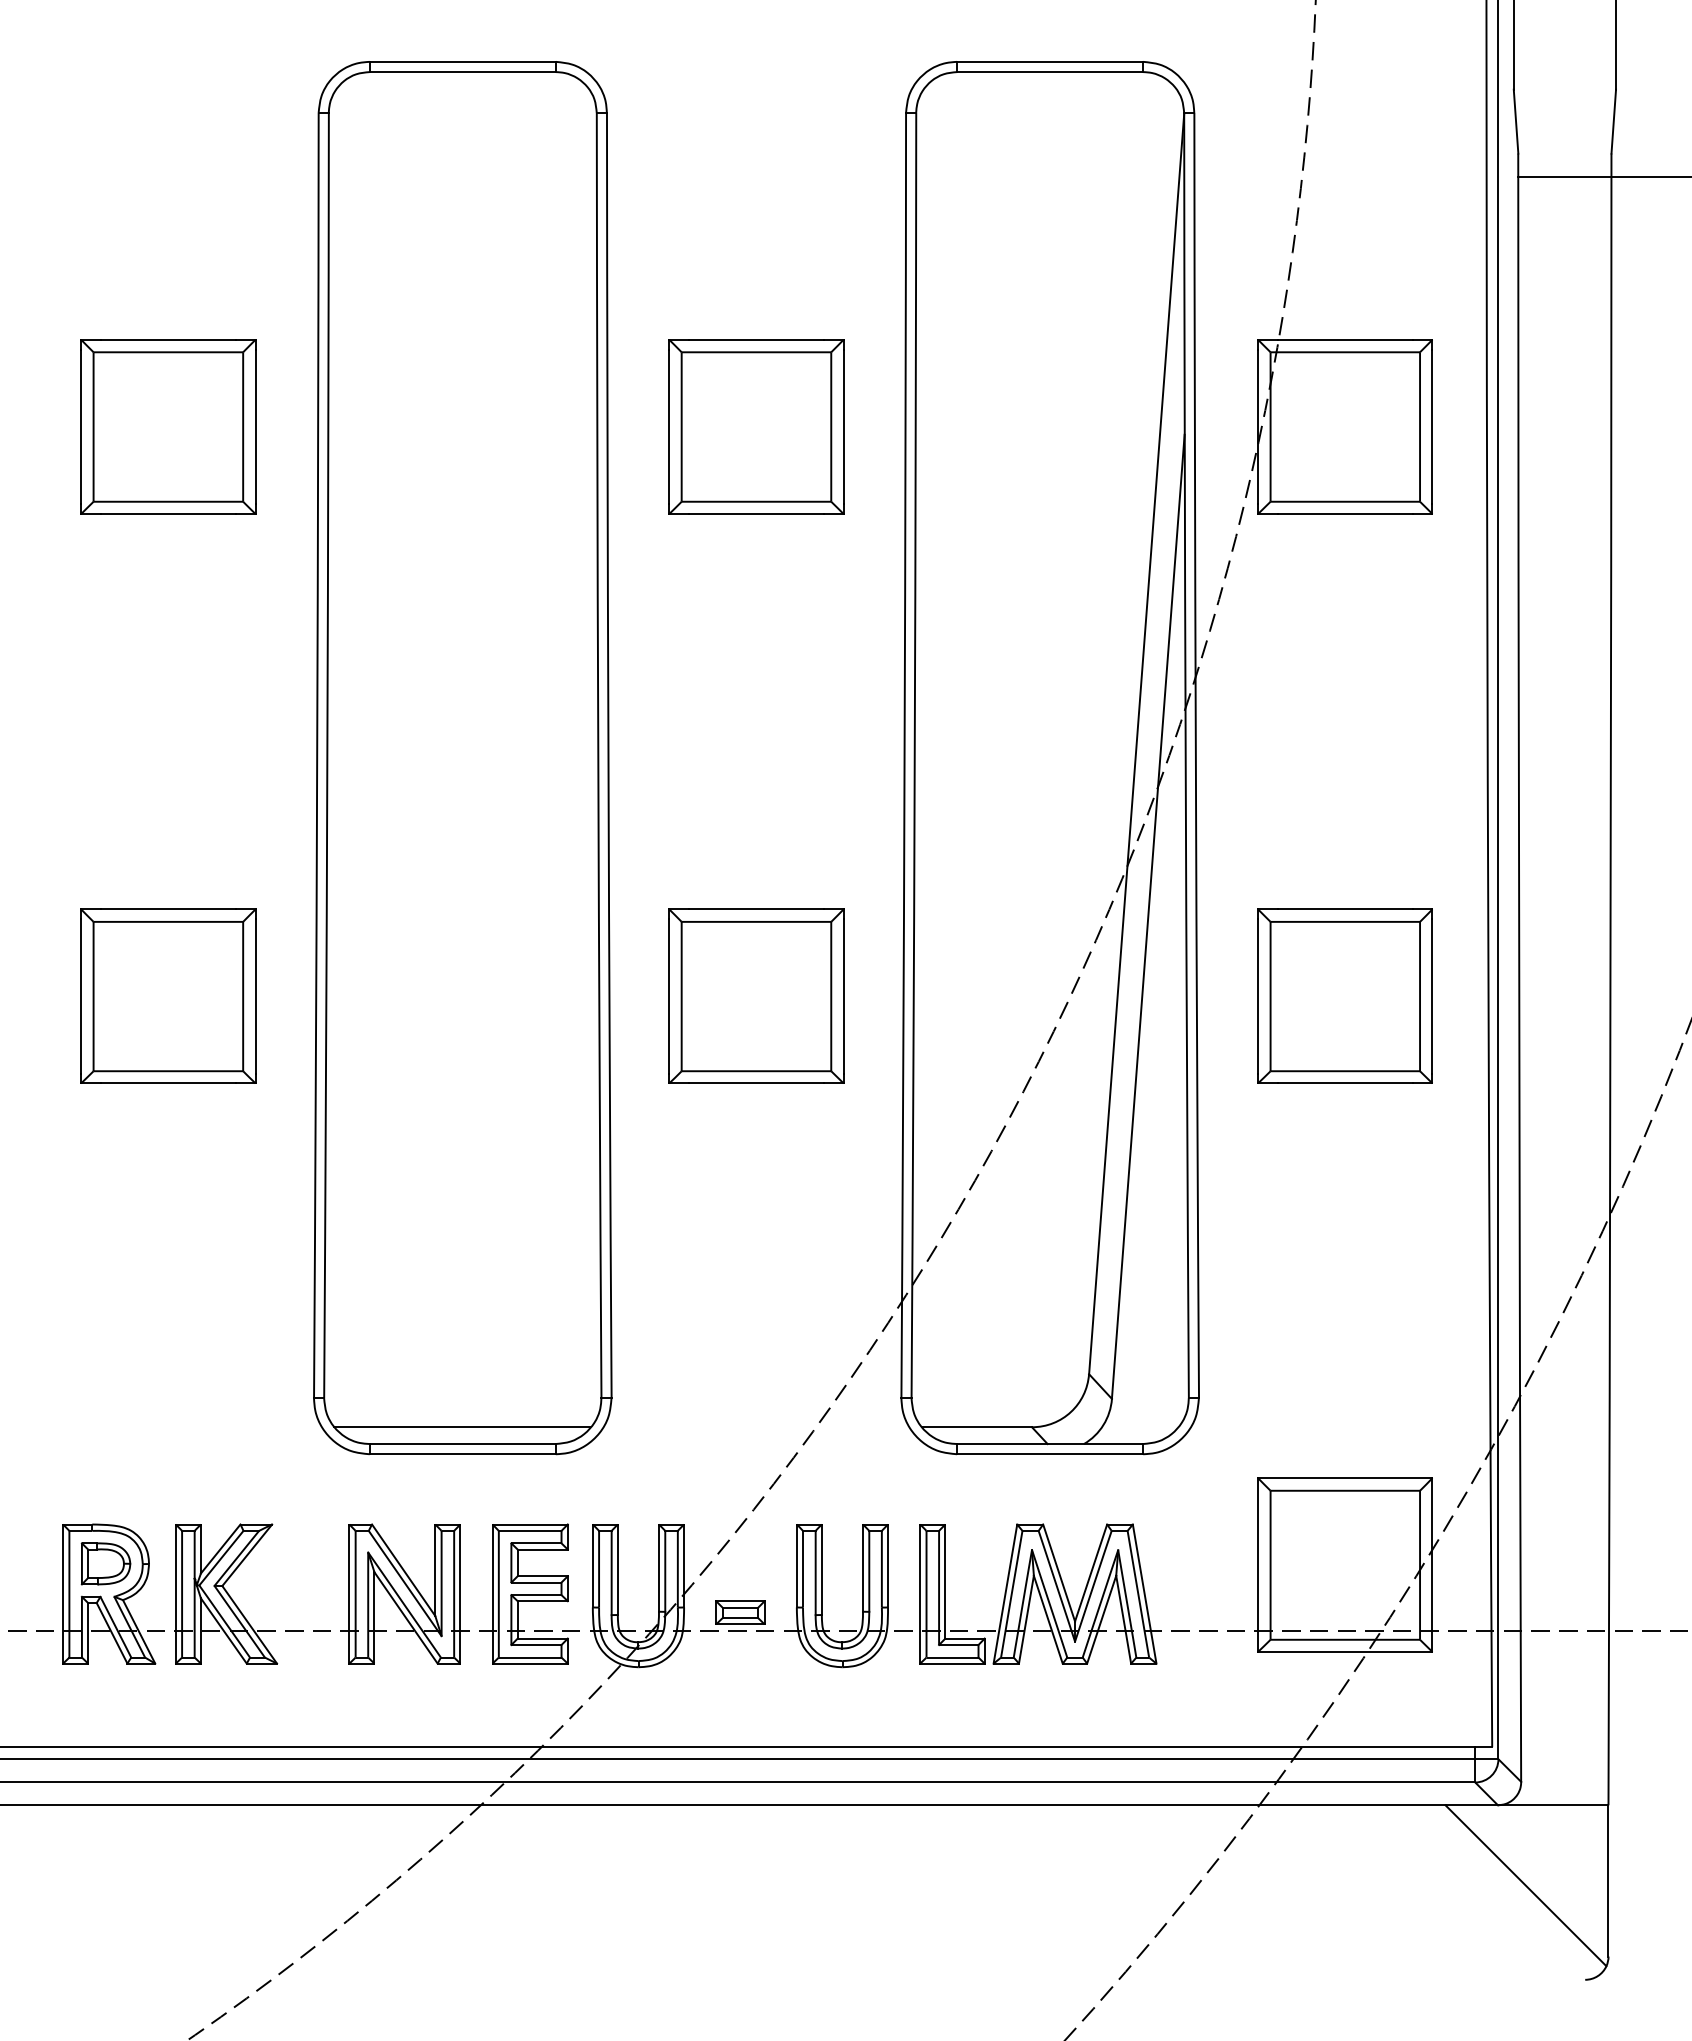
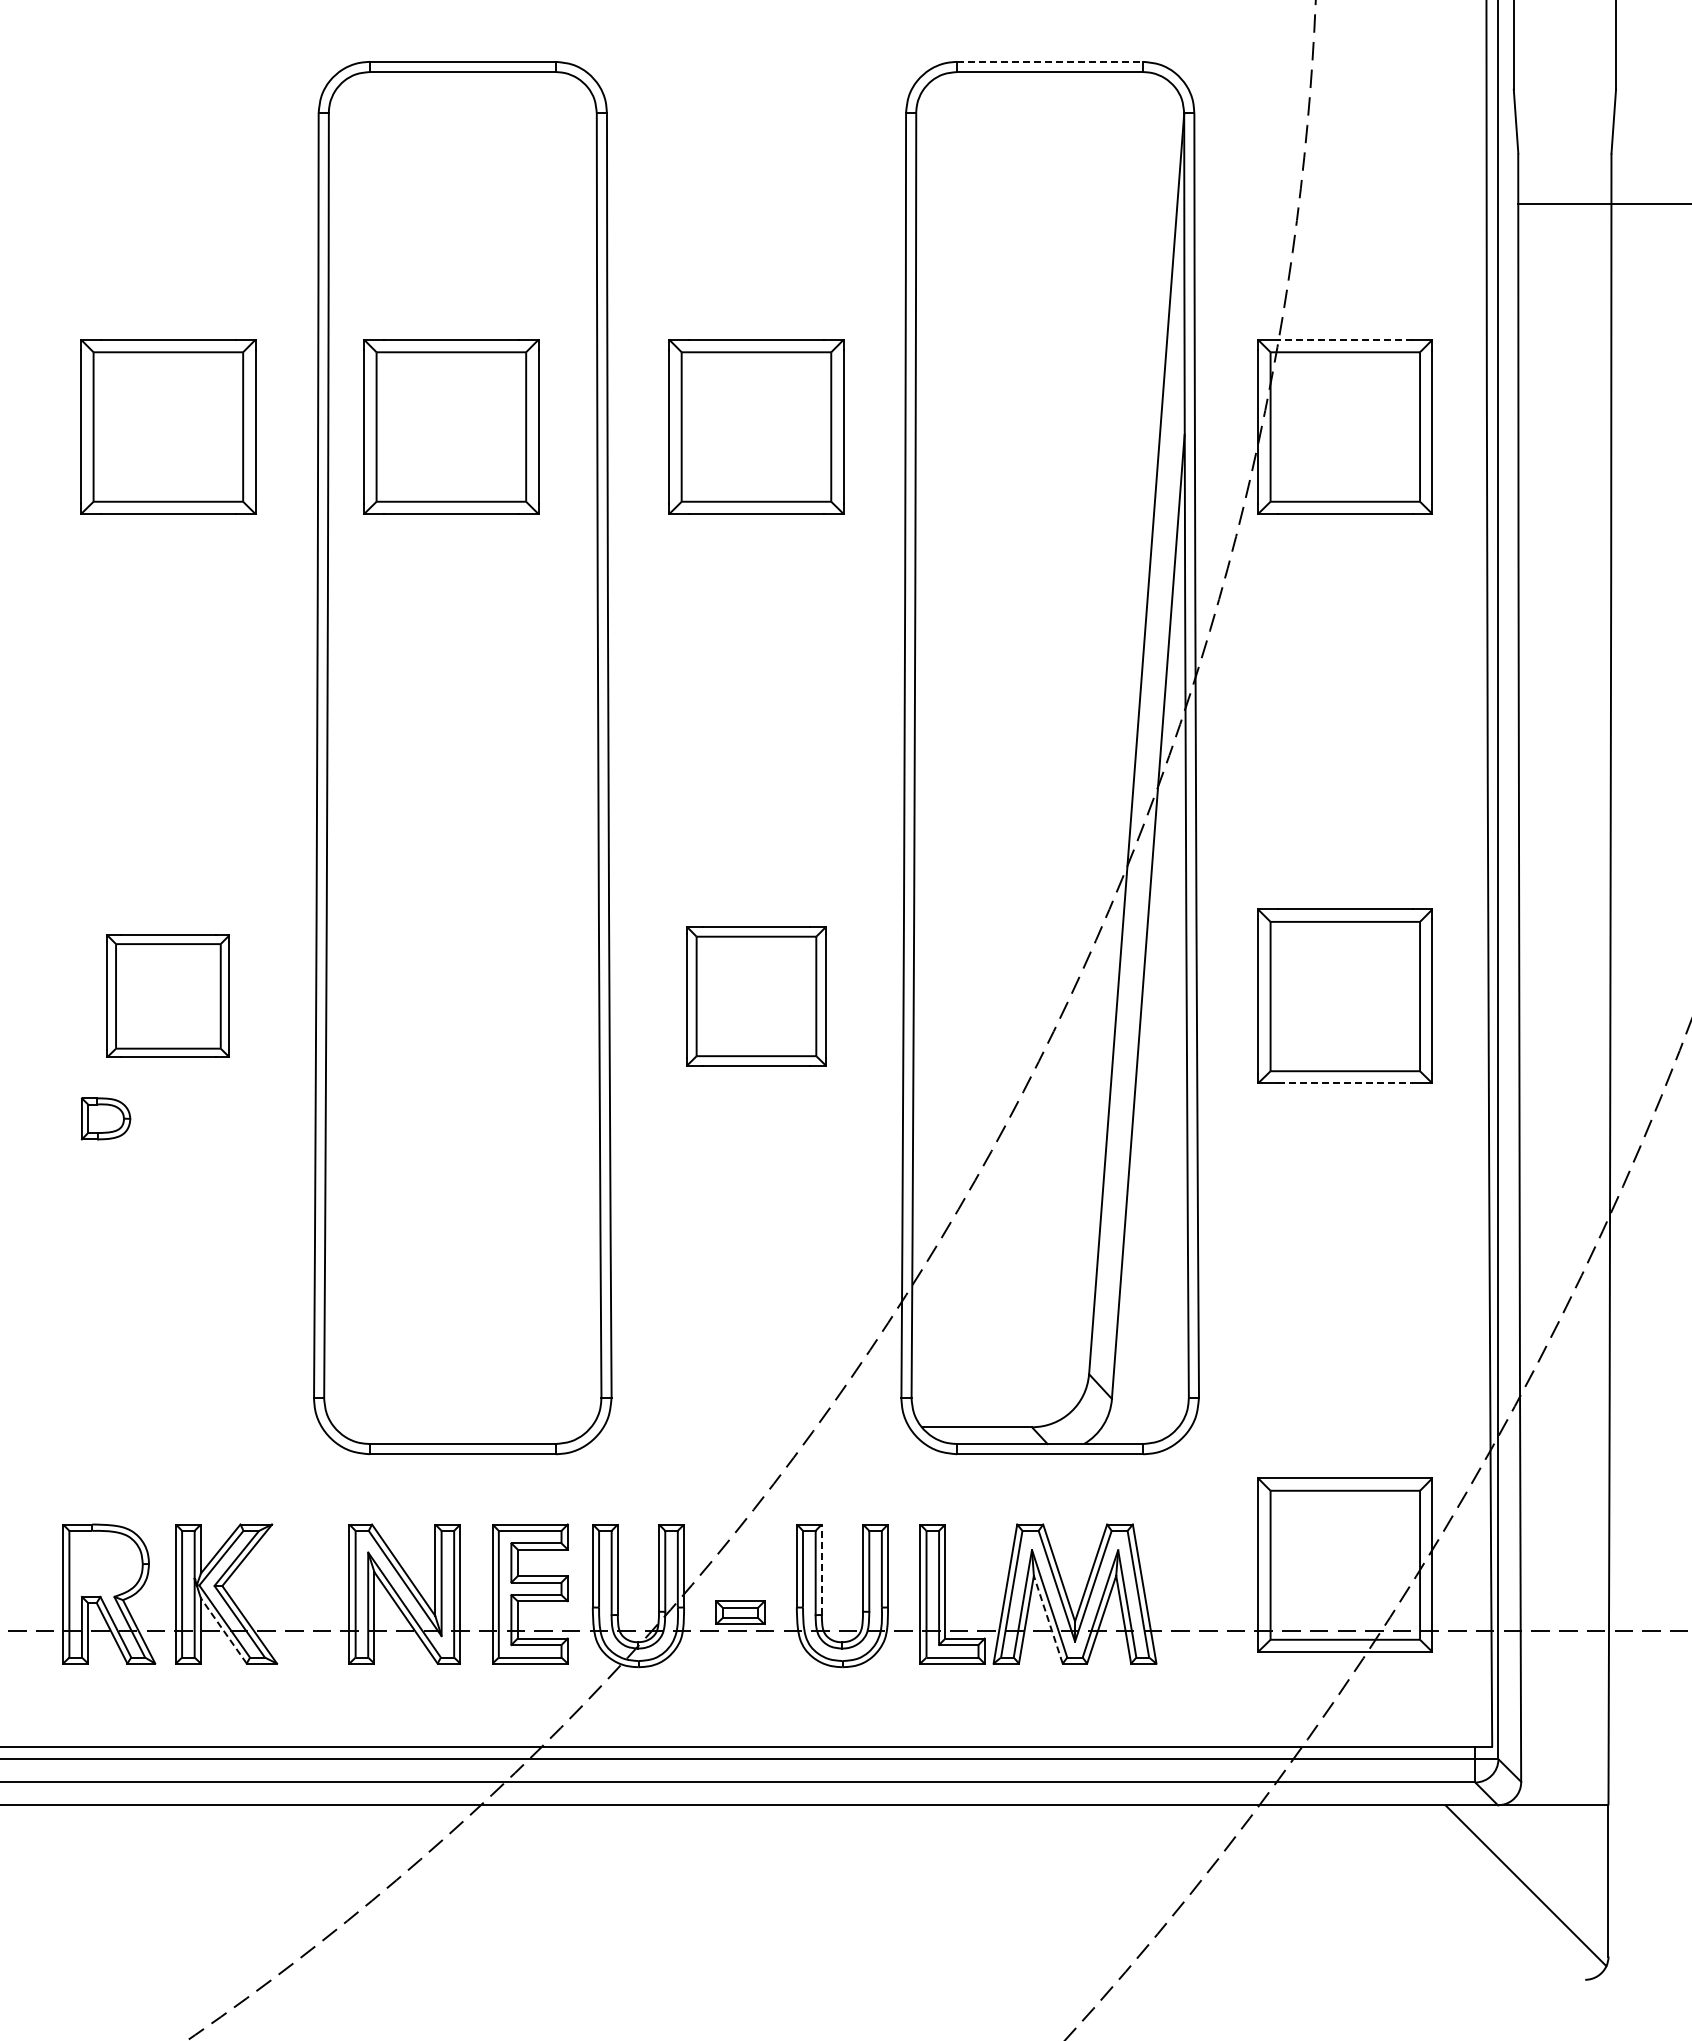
line at (1050, 61): solid -> dashed
line at (1603, 176) position: (1603, 176) -> (1603, 203)
line at (1344, 339): solid -> dashed
part at (451, 426): none -> present
part at (168, 995) size: 177x176 px -> 124x124 px
part at (756, 995) size: 177x176 px -> 141x141 px
line at (1345, 1083): solid -> dashed
line at (462, 1427): present -> none
part at (105, 1563) position: (105, 1563) -> (105, 1118)
line at (821, 1569): solid -> dashed
line at (1048, 1619): solid -> dashed
line at (223, 1631): solid -> dashed
